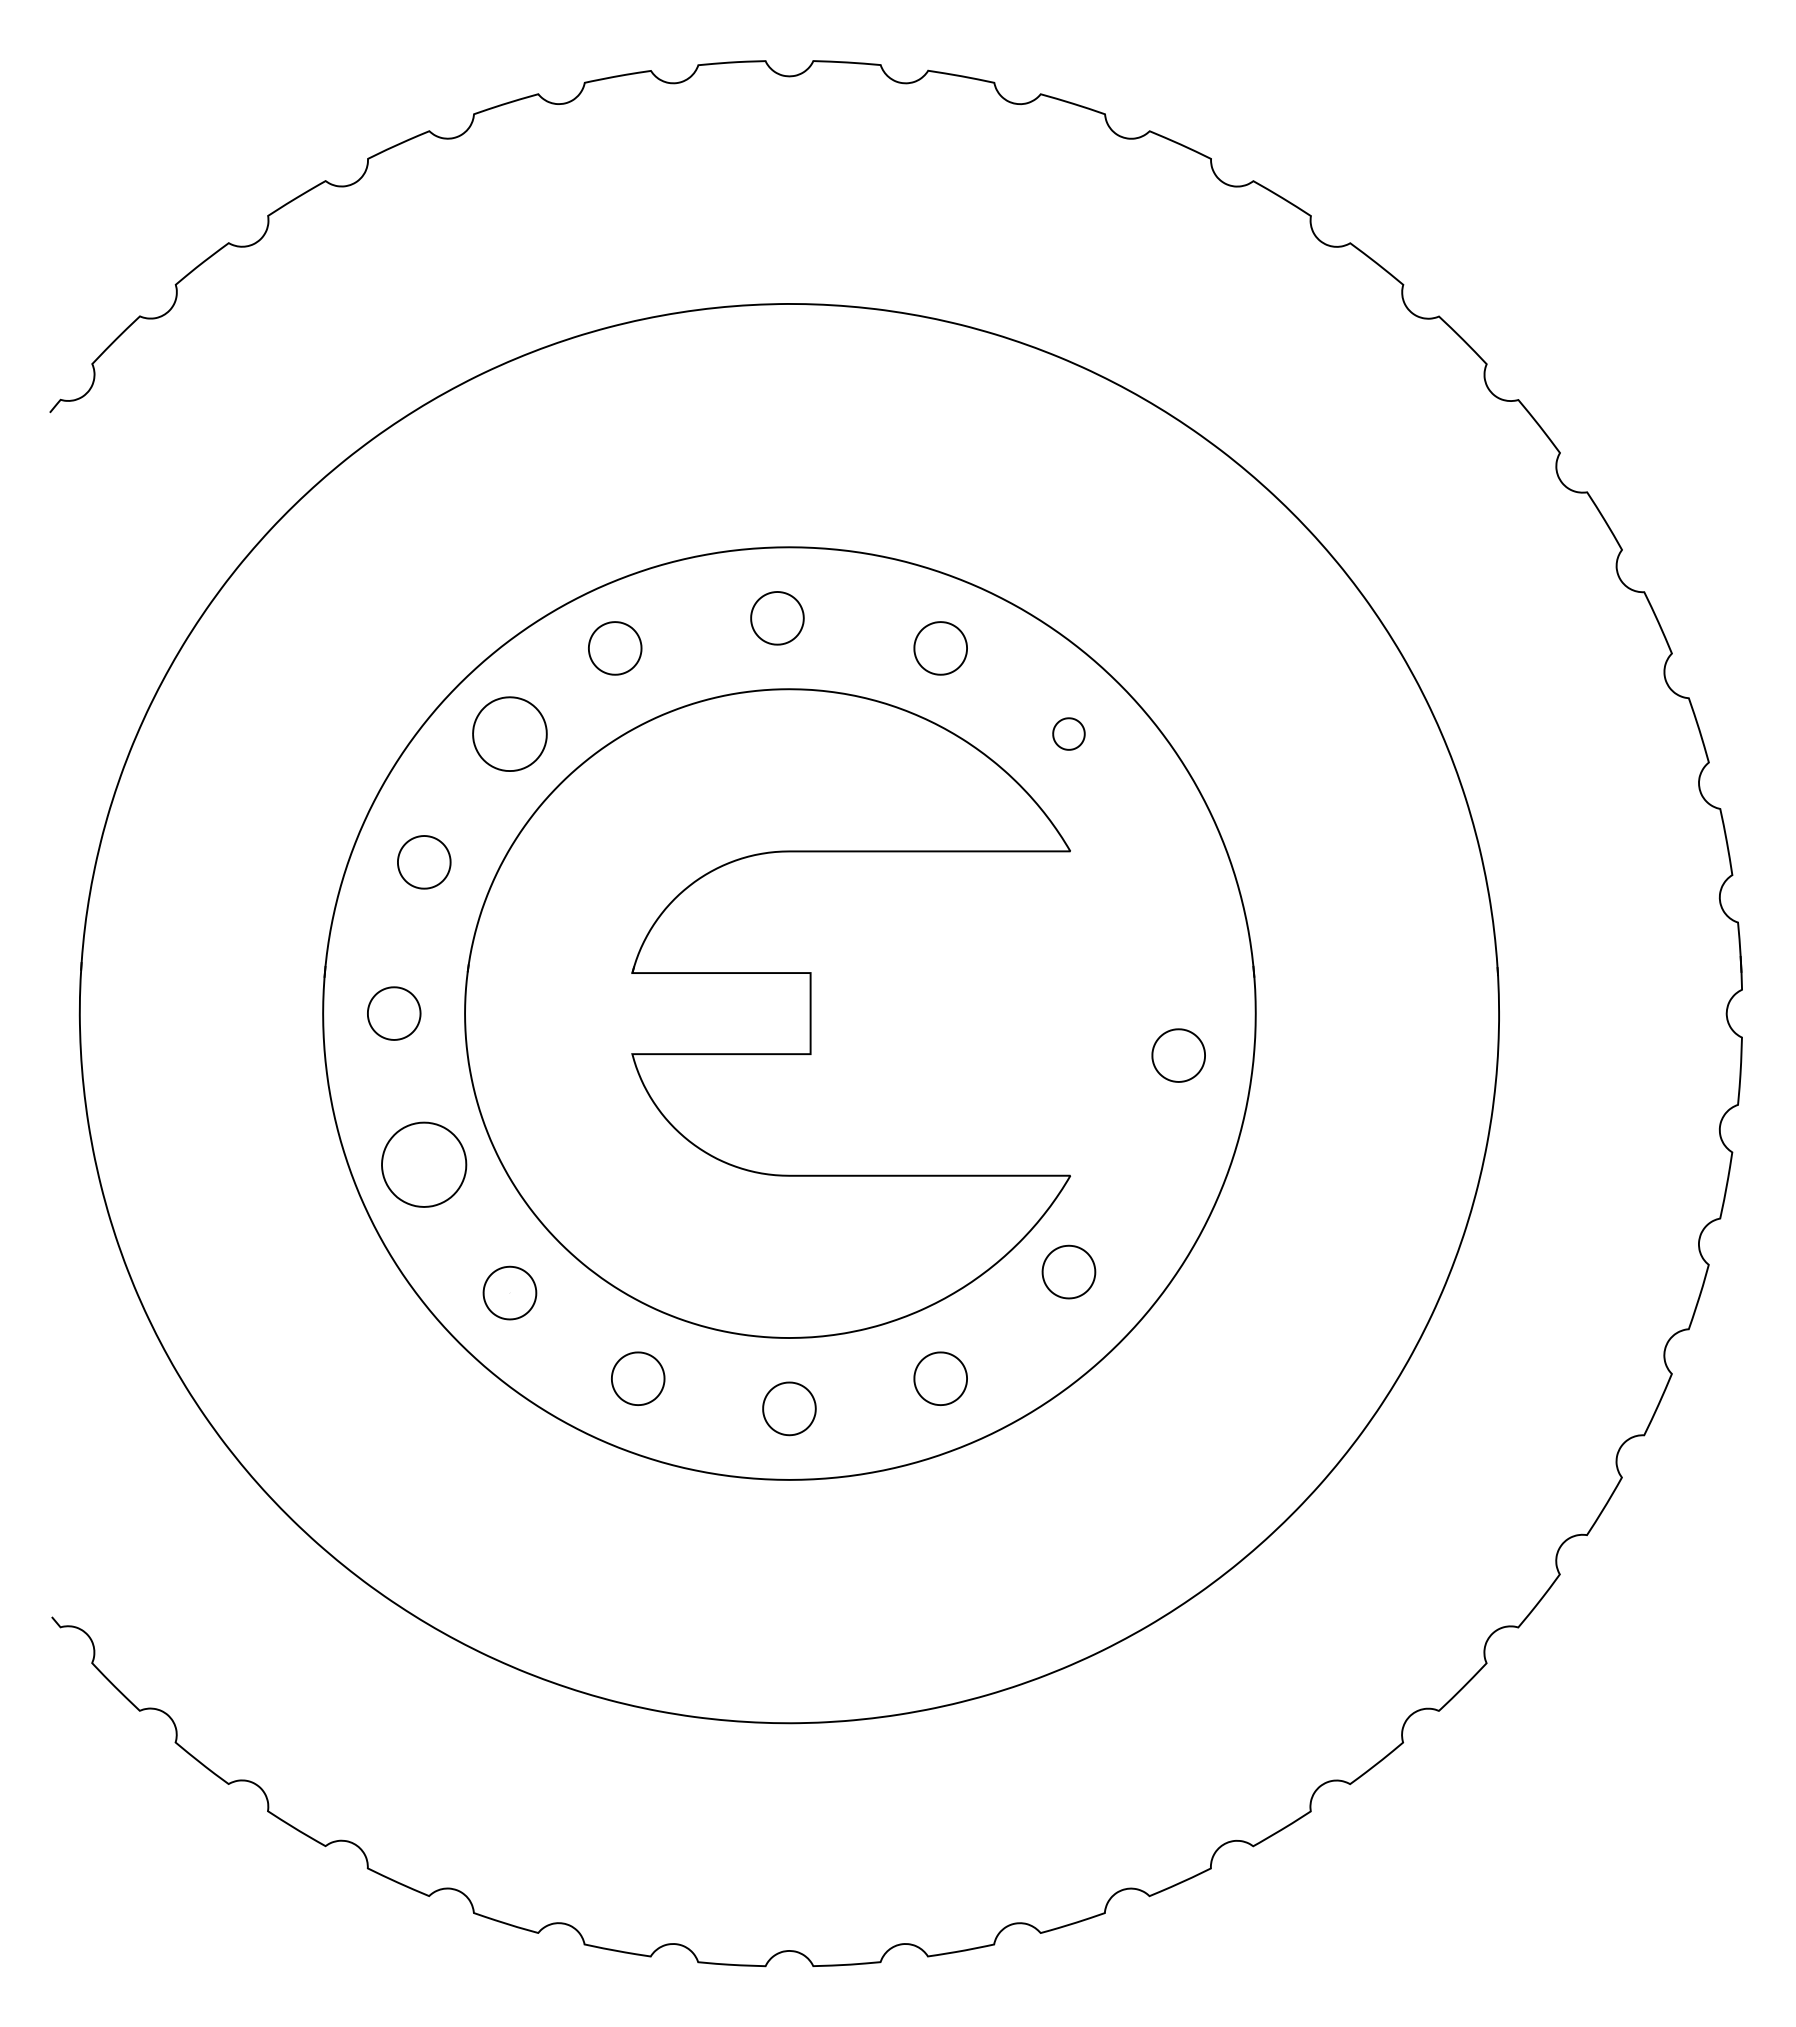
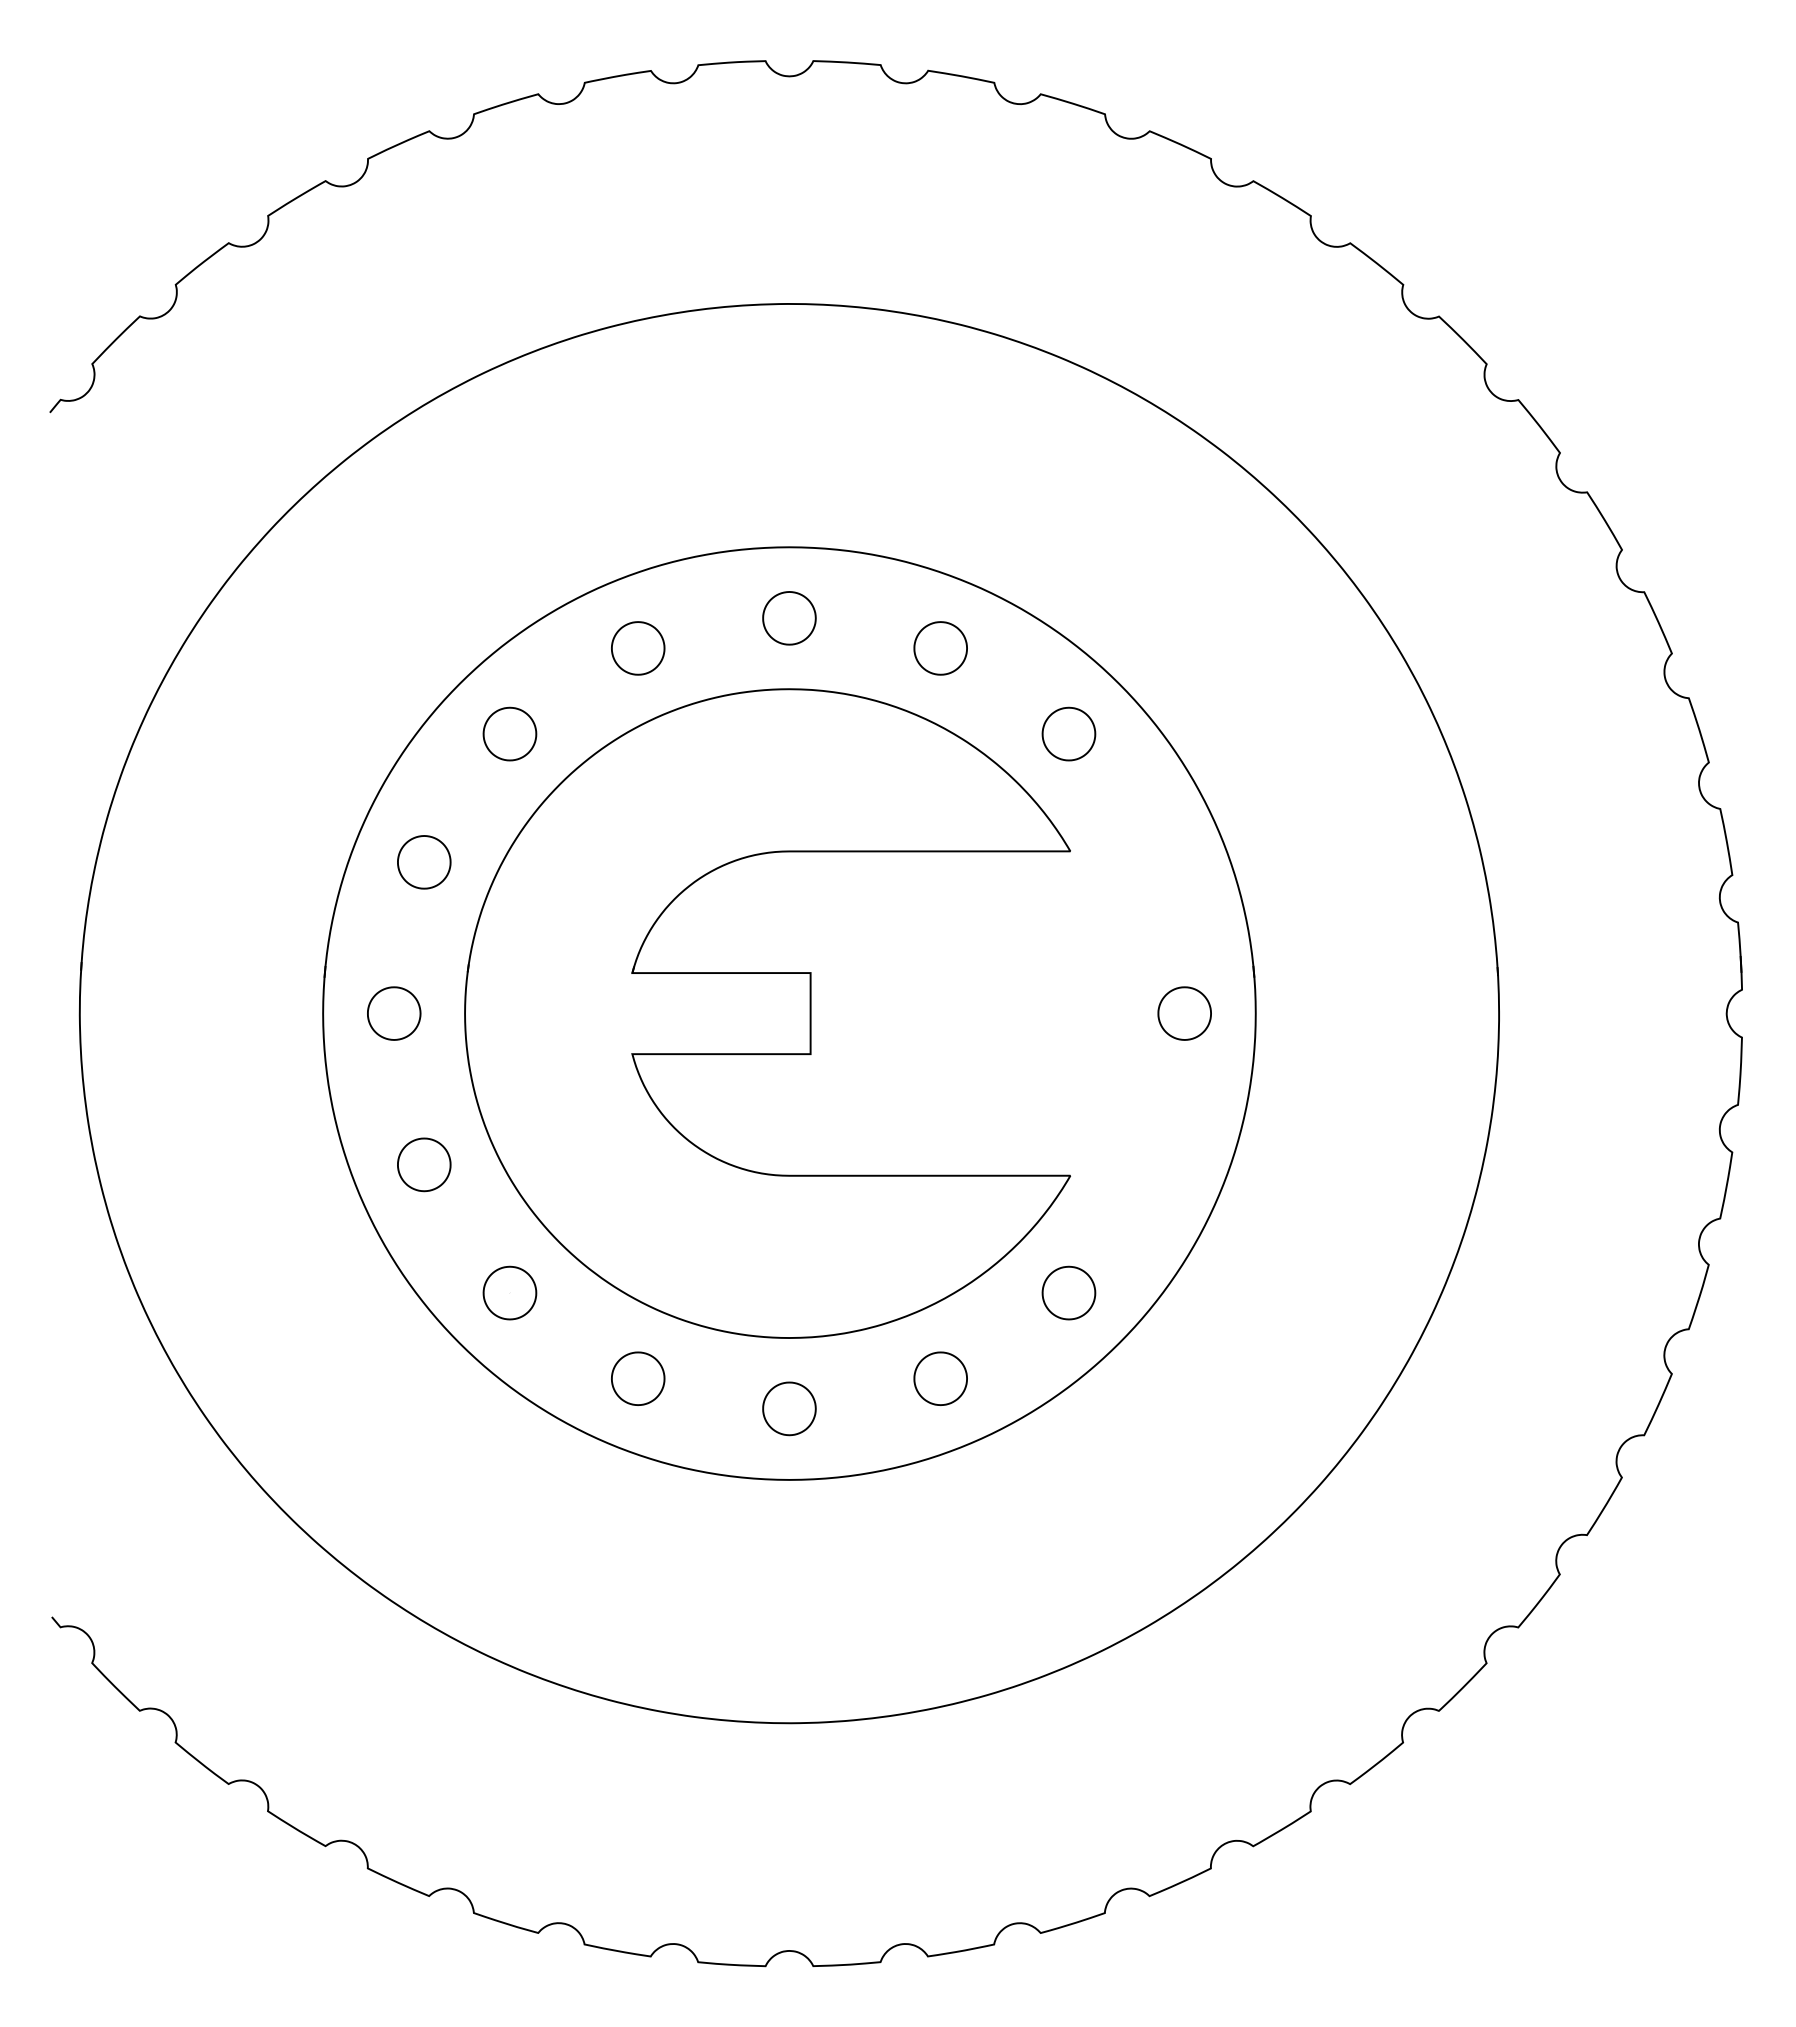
part at (777, 618) position: (777, 618) -> (789, 618)
part at (615, 648) position: (615, 648) -> (638, 648)
part at (509, 733) size: 76x76 px -> 56x56 px
part at (1068, 733) size: 34x34 px -> 56x56 px
part at (1178, 1055) position: (1178, 1055) -> (1184, 1013)
part at (424, 1164) size: 87x87 px -> 55x56 px
part at (1068, 1271) position: (1068, 1271) -> (1068, 1292)
